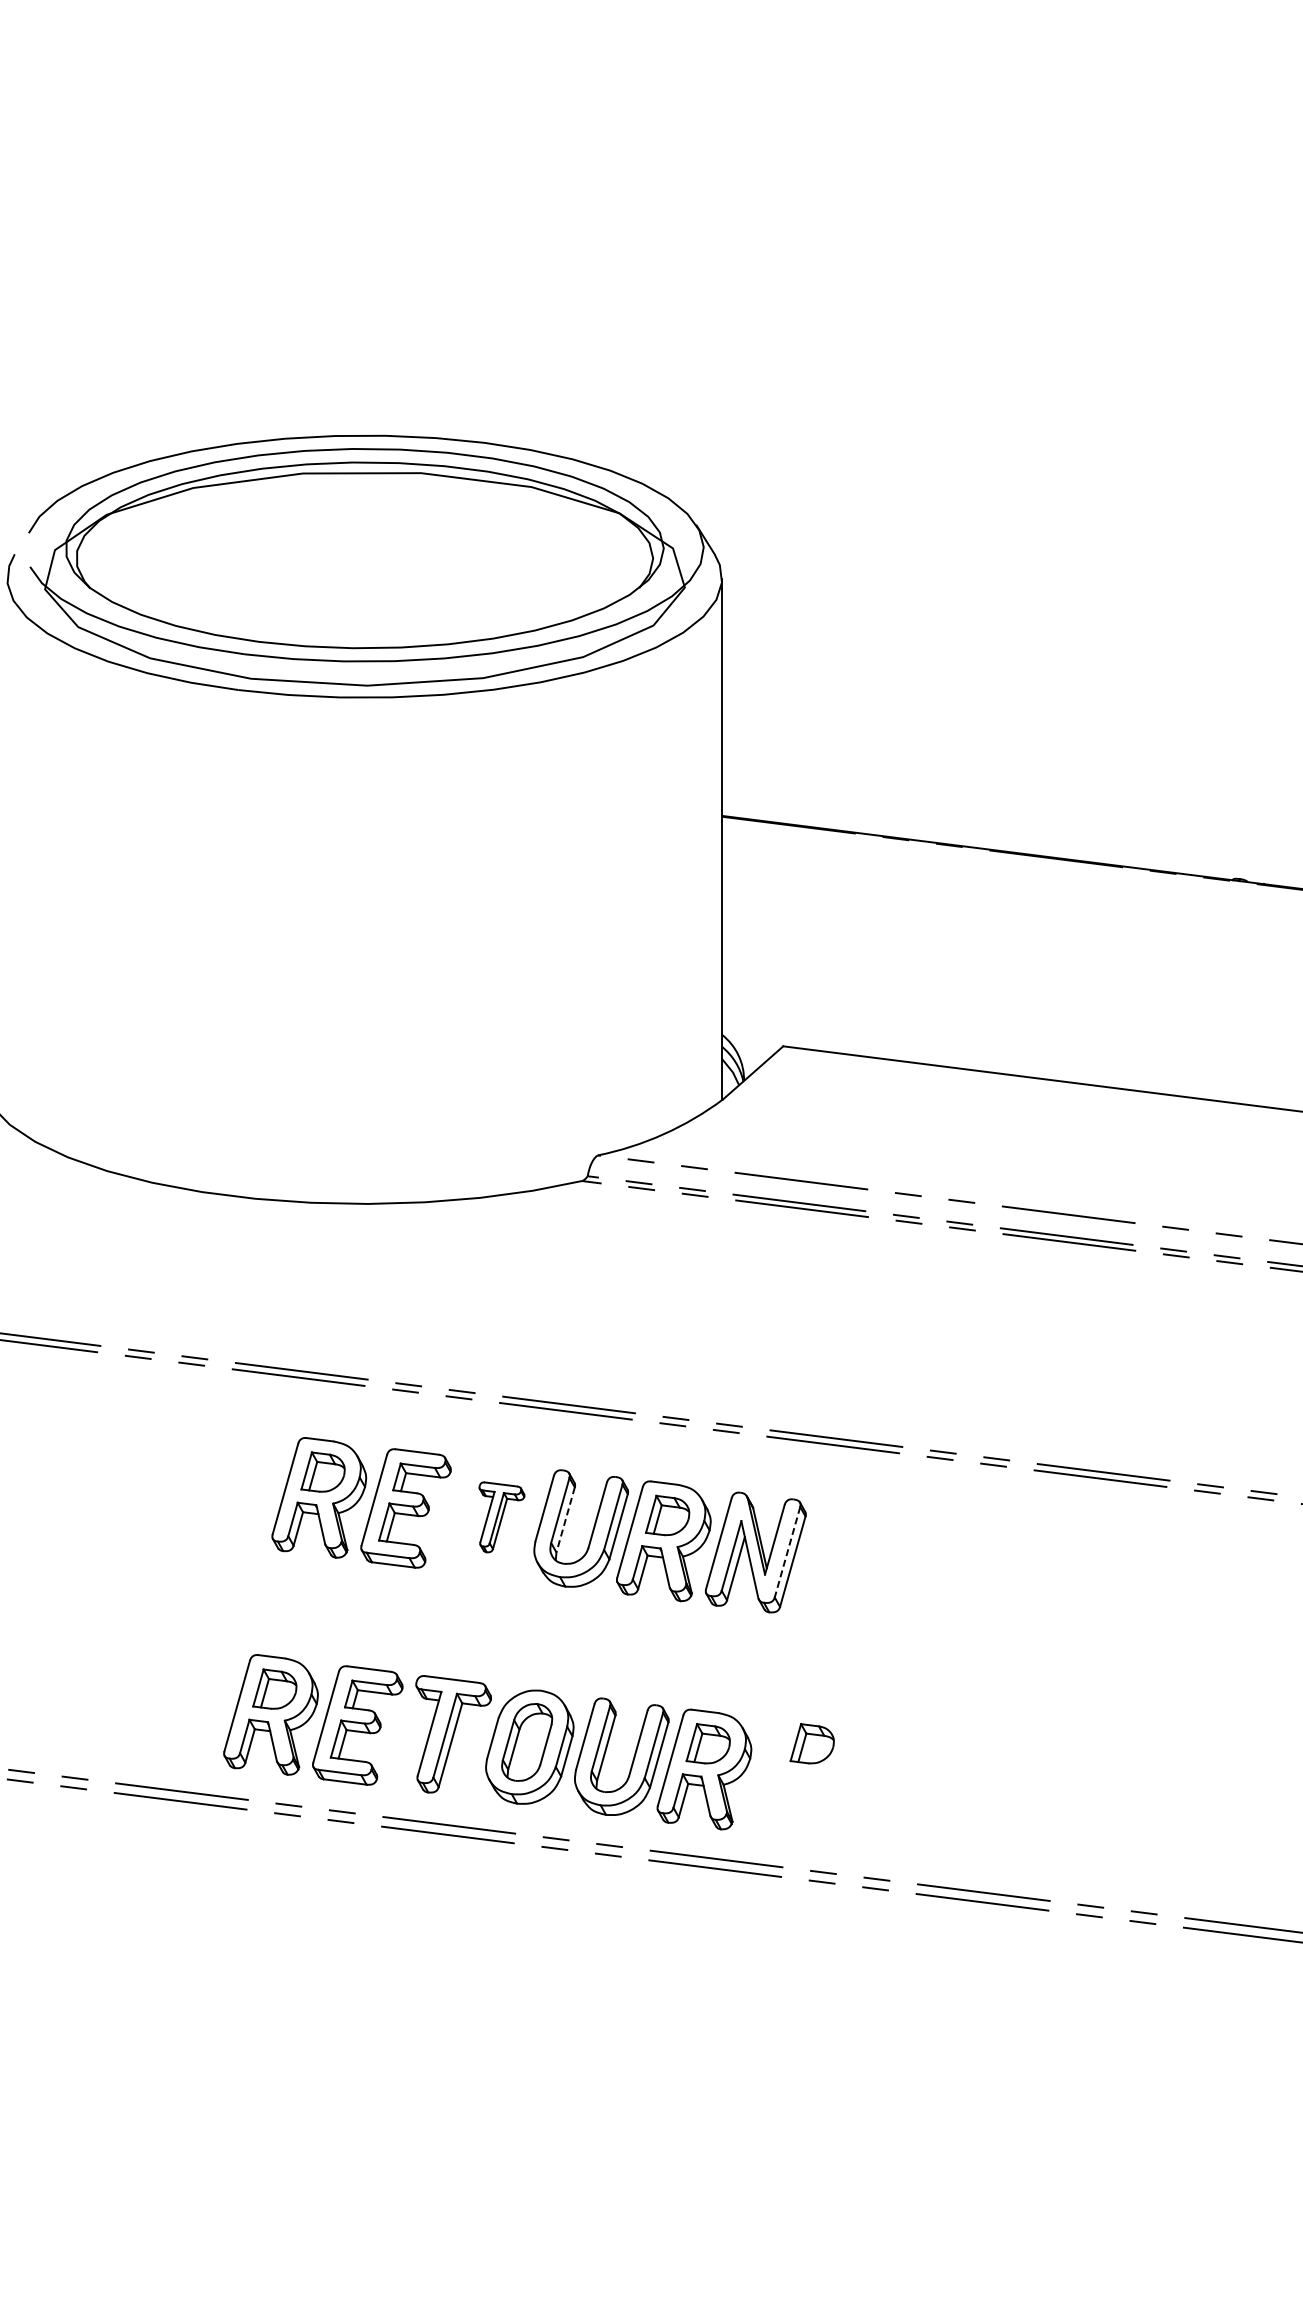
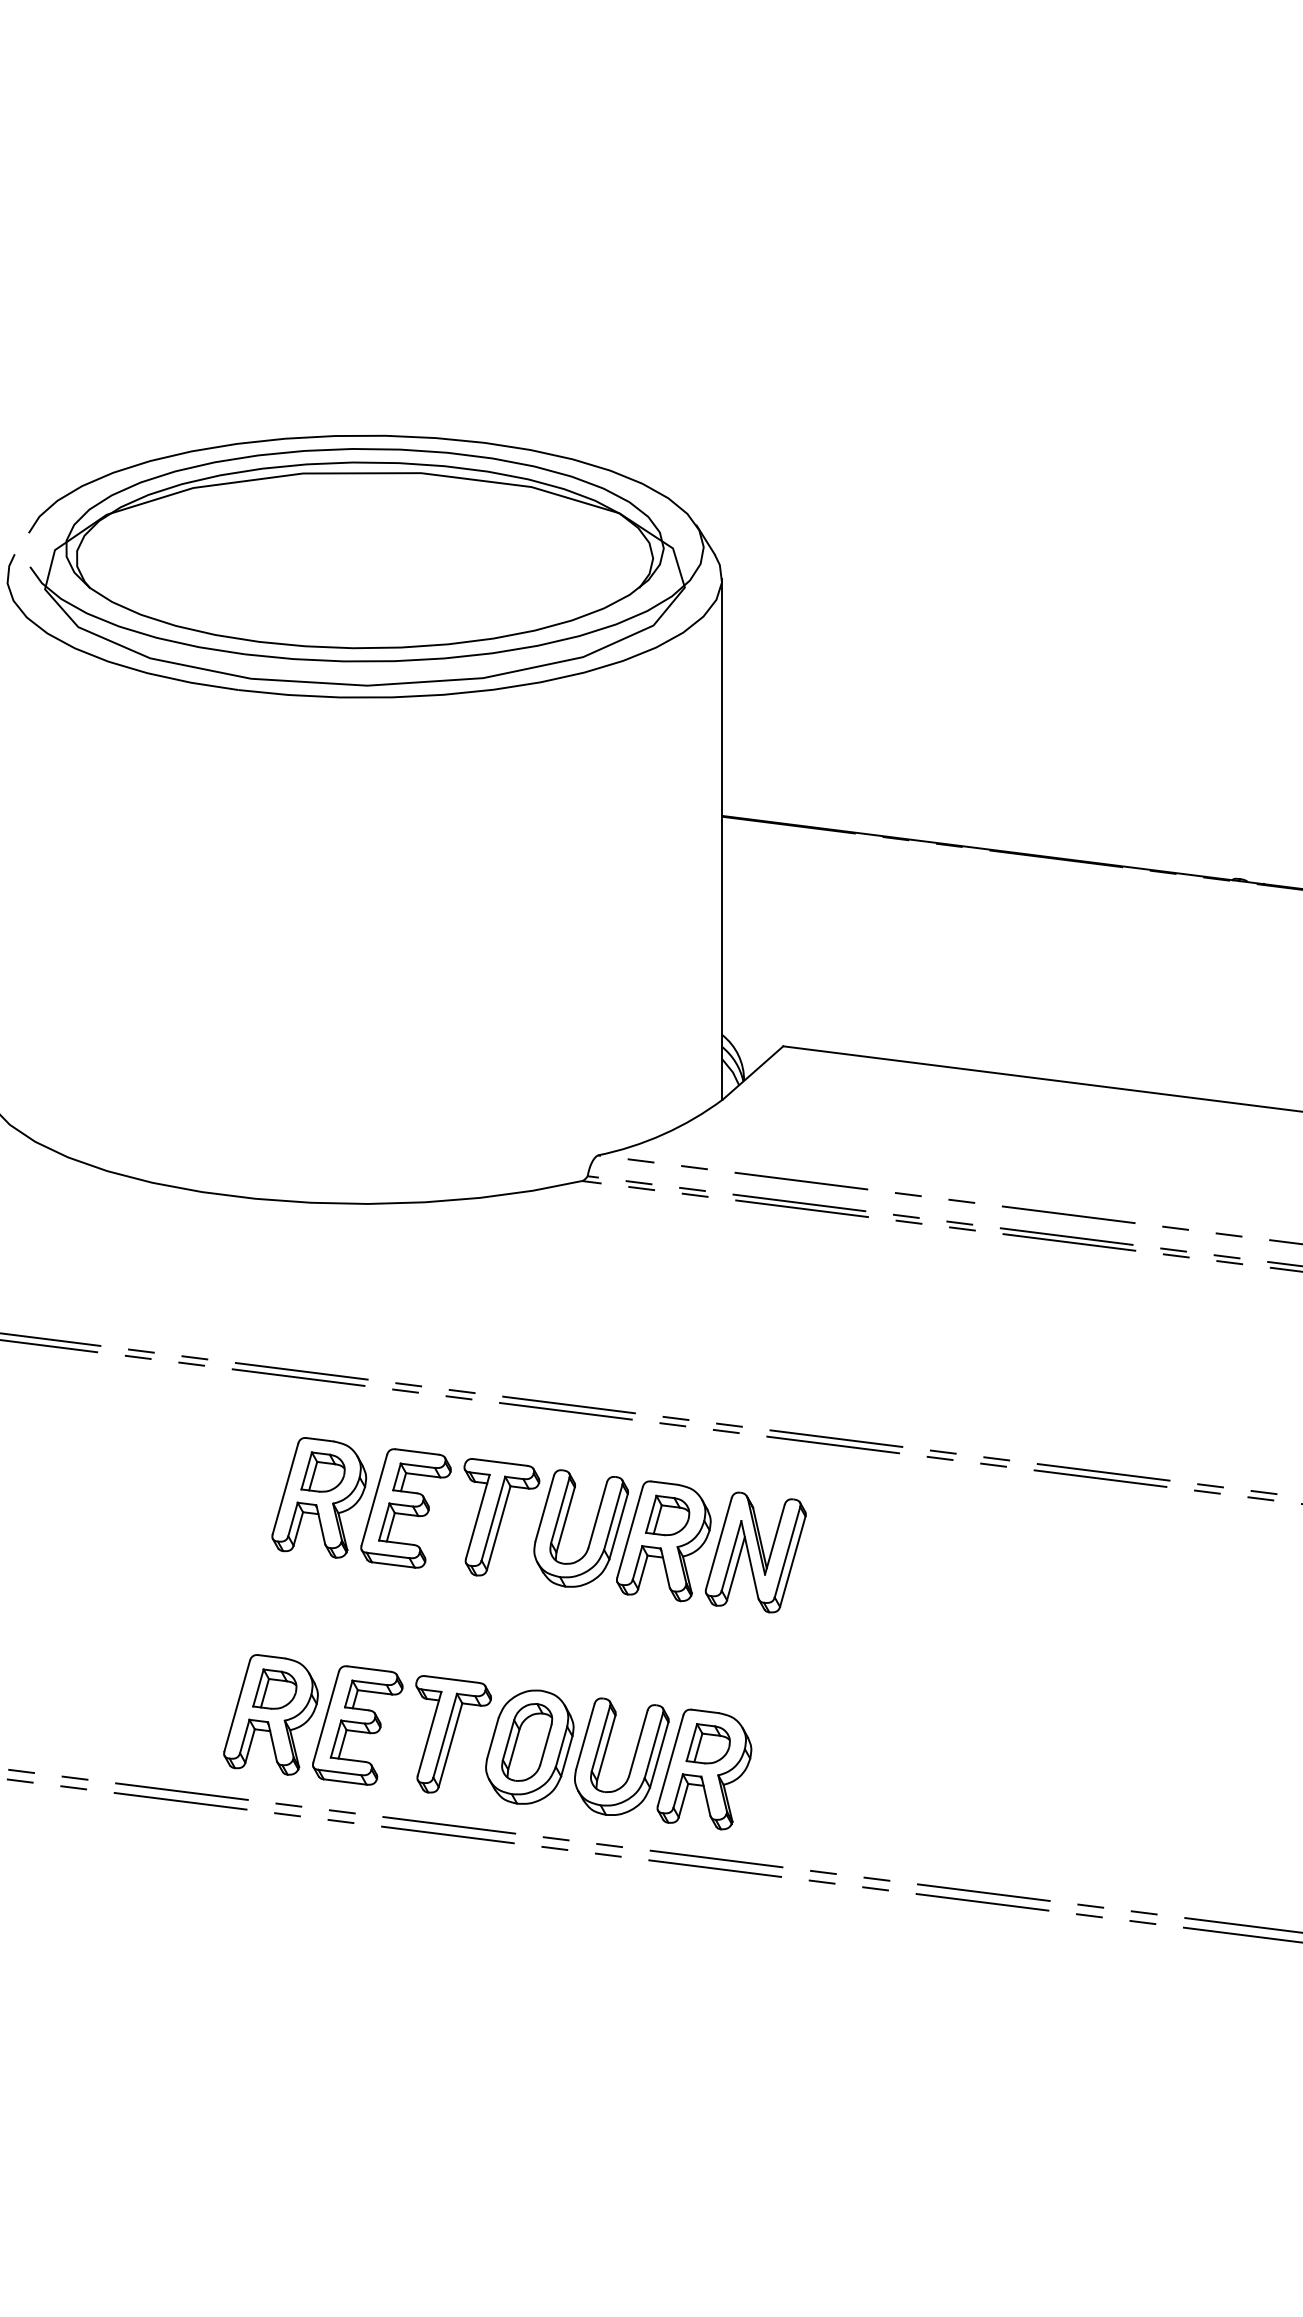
part at (501, 1517) size: 48x73 px -> 78x119 px
line at (565, 1519): dashed -> solid
line at (787, 1552): dashed -> solid
part at (811, 1743): present -> none
